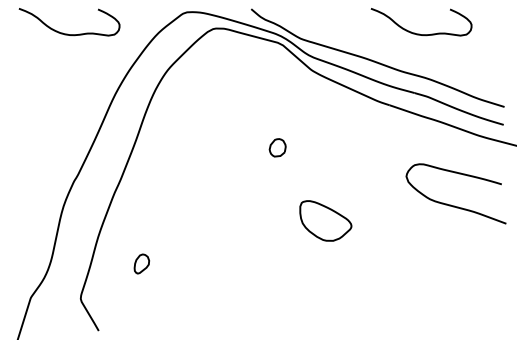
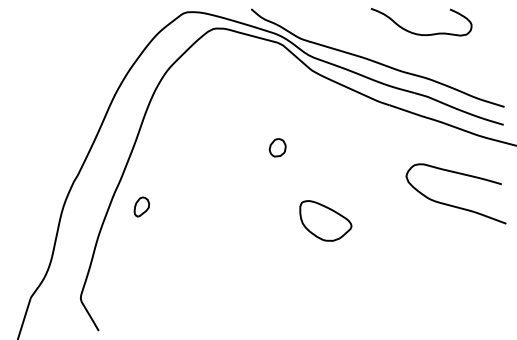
curve at (67, 33): present -> none
part at (141, 263) position: (141, 263) -> (141, 206)
